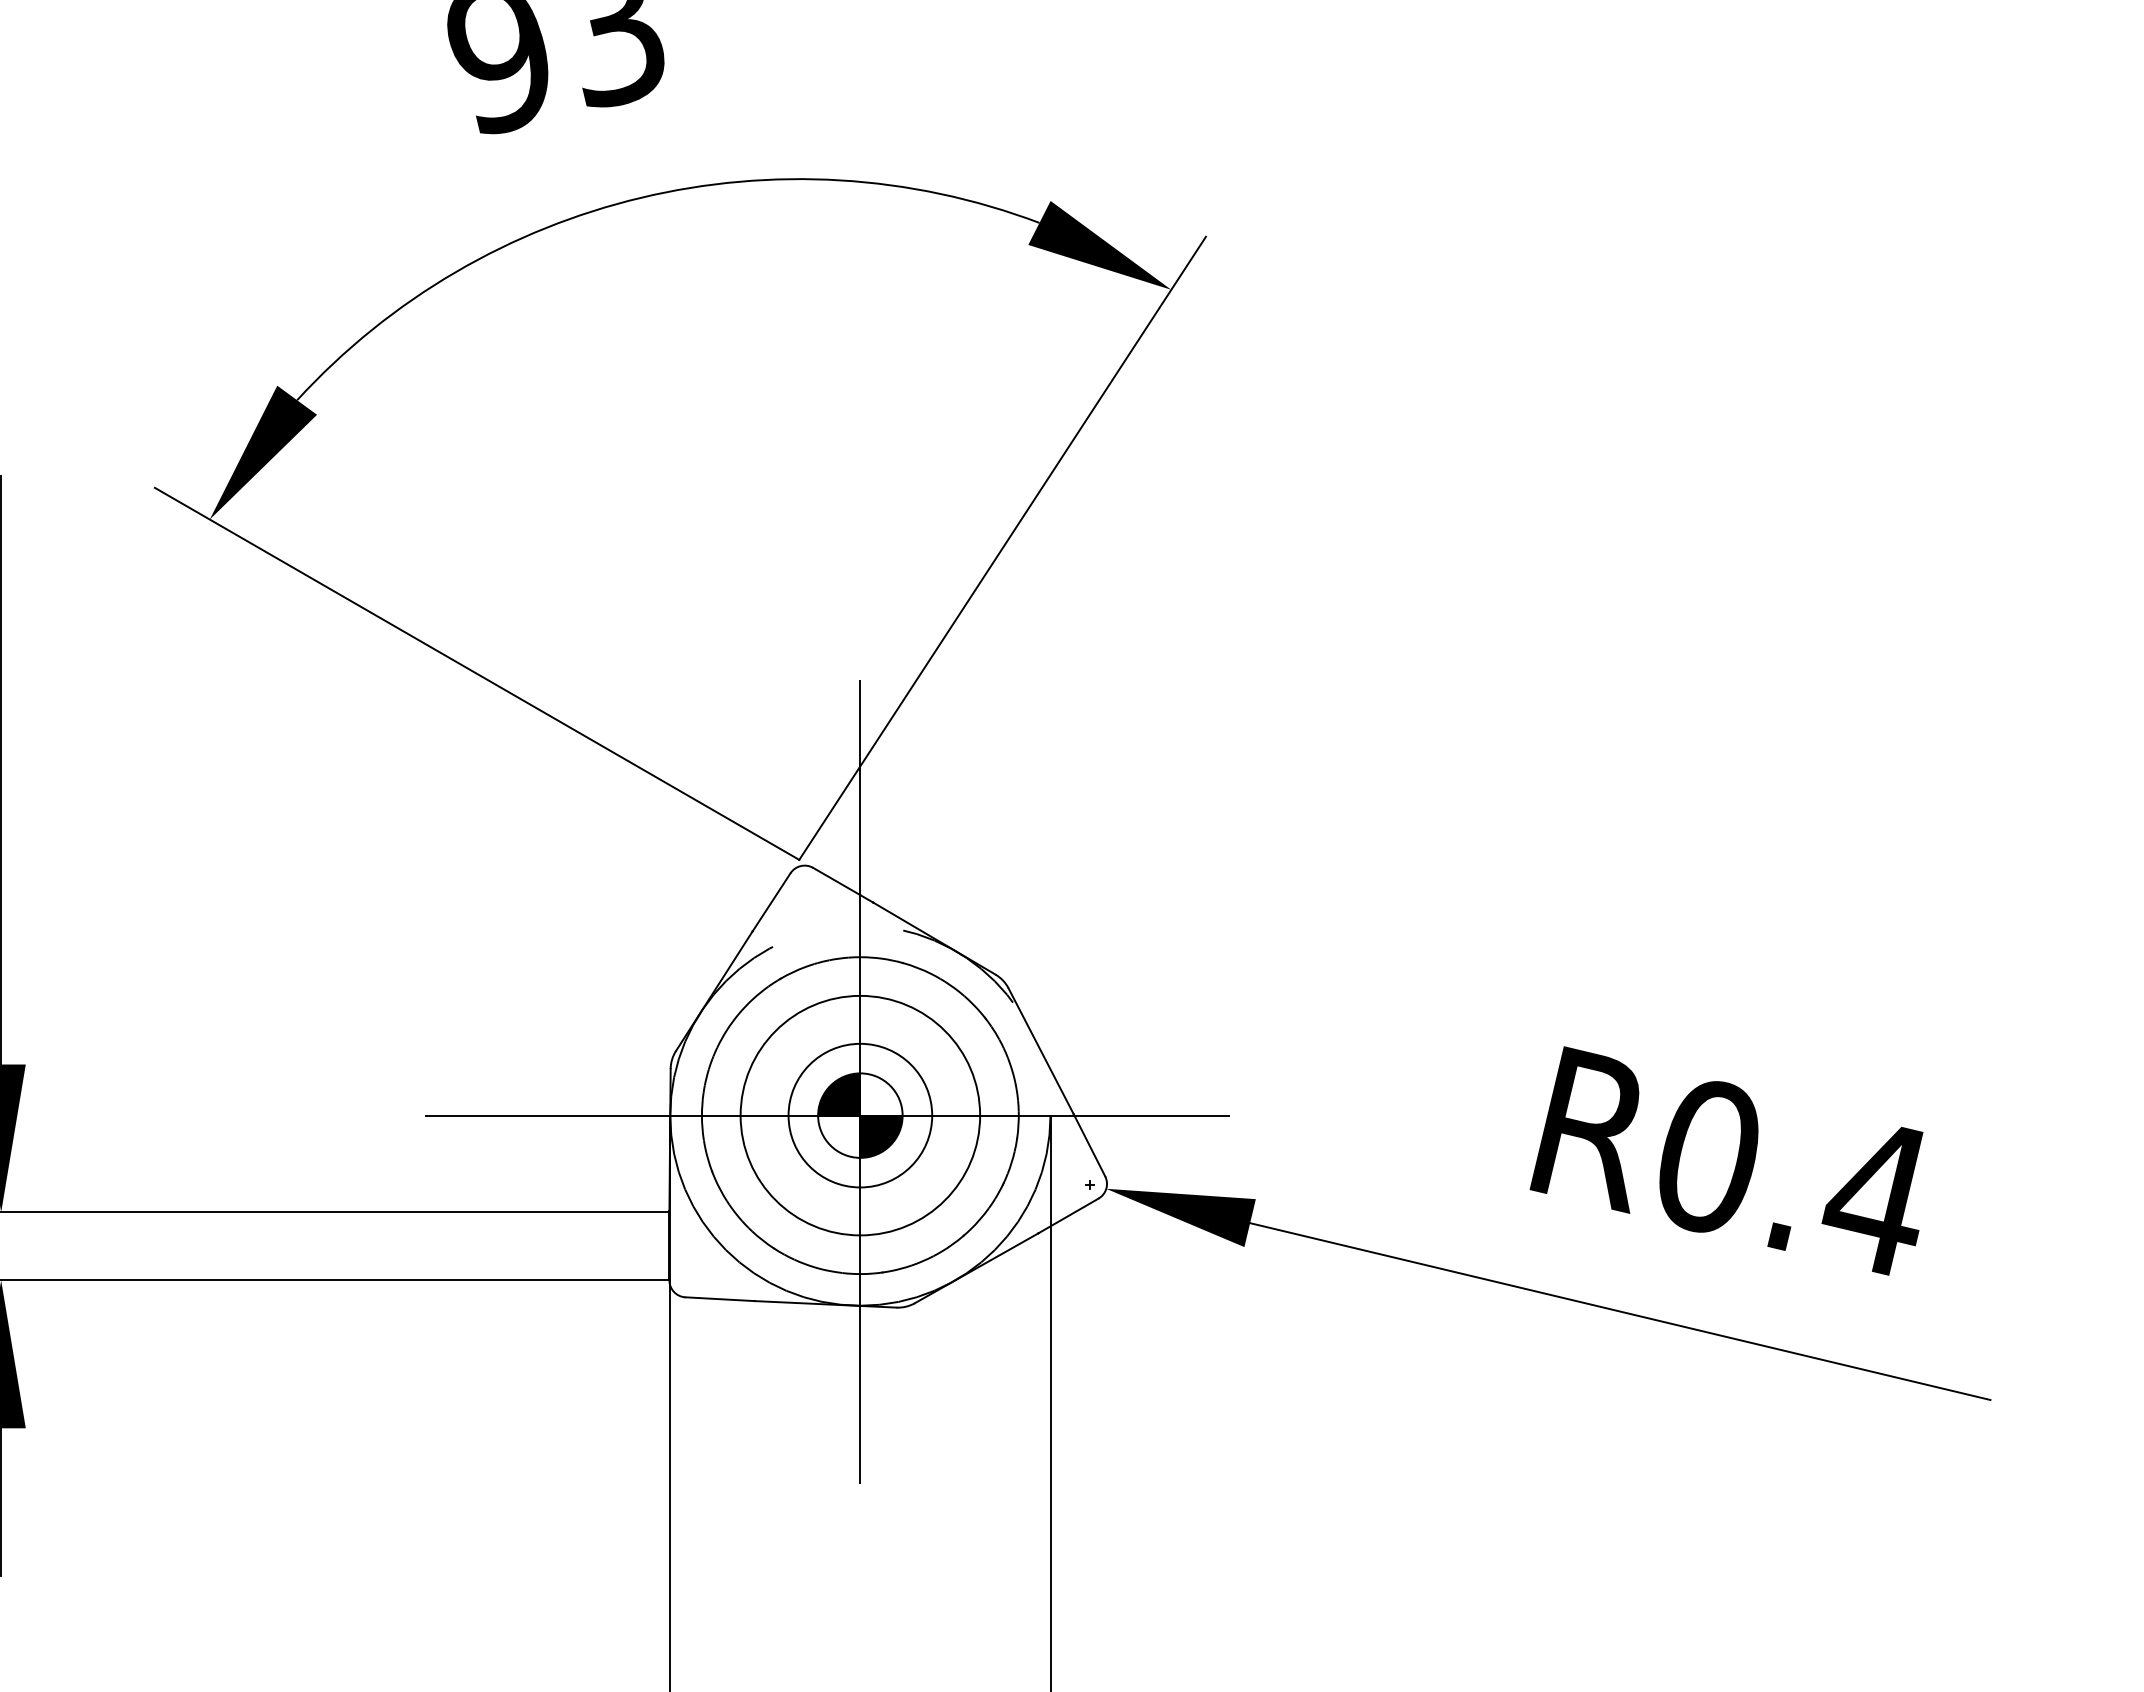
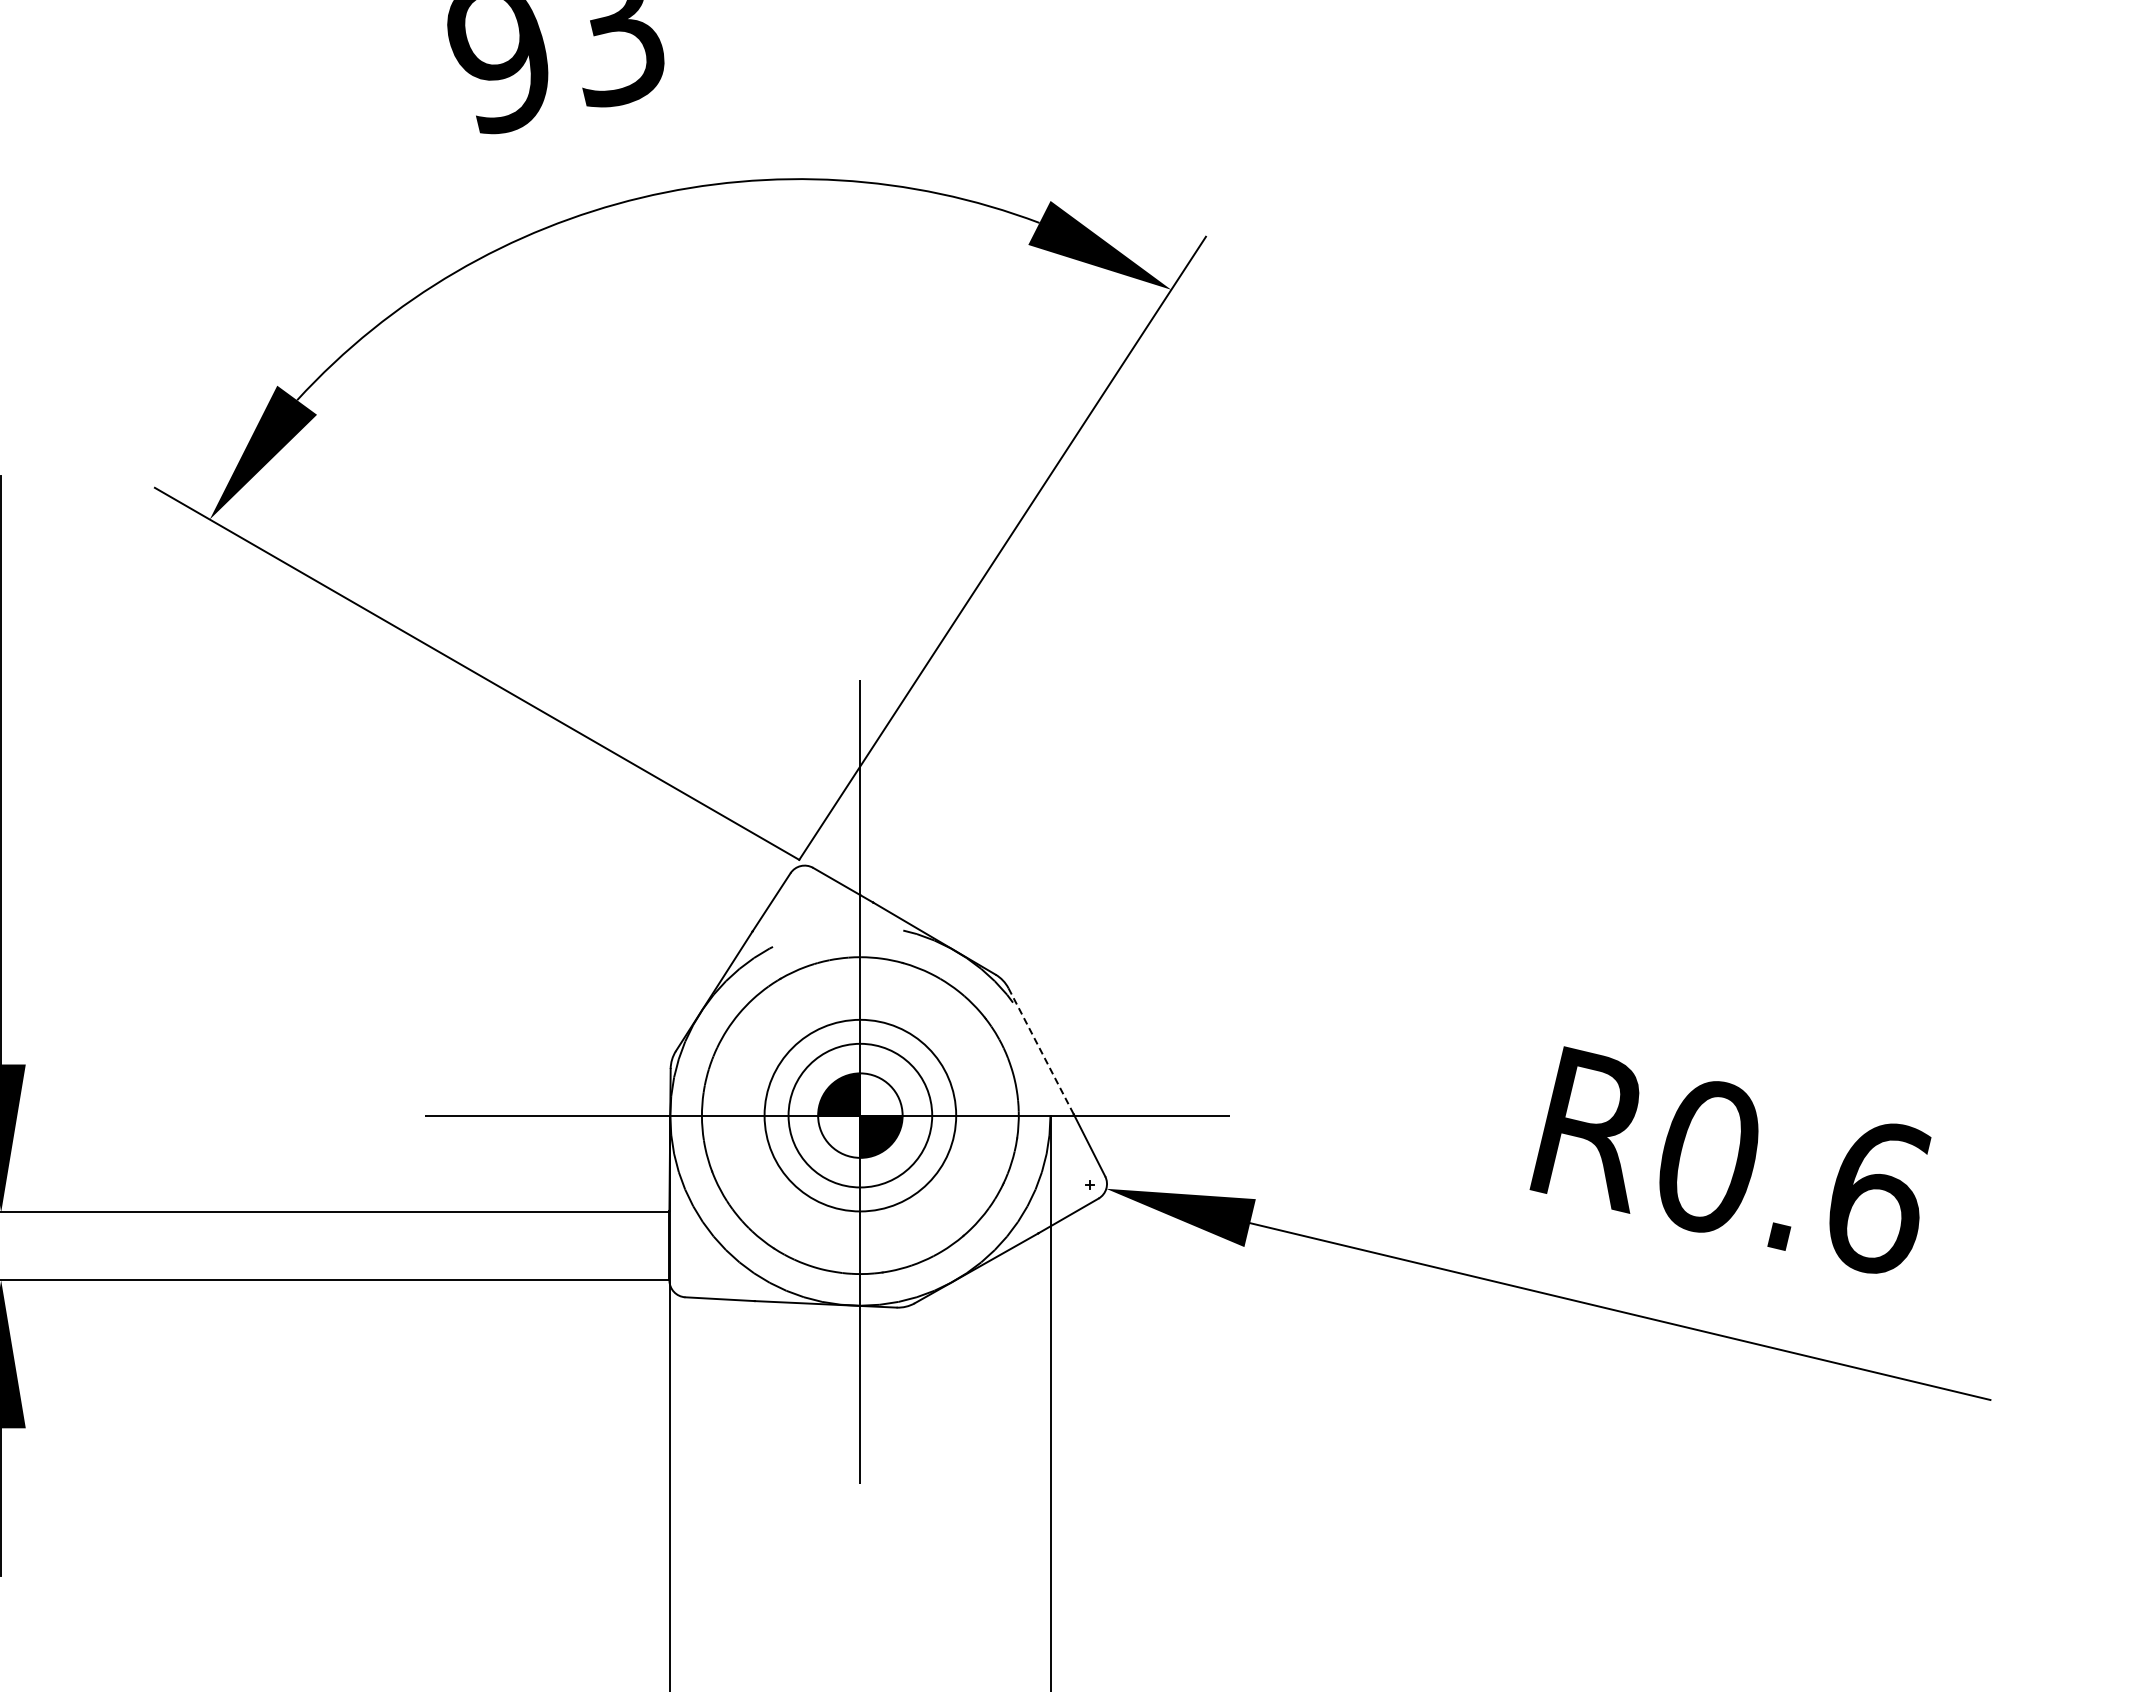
line at (1041, 1051): solid -> dashed
circle at (860, 1115) diameter: 240 px -> 192 px
text at (1876, 1199): R0.4 -> R0.6
